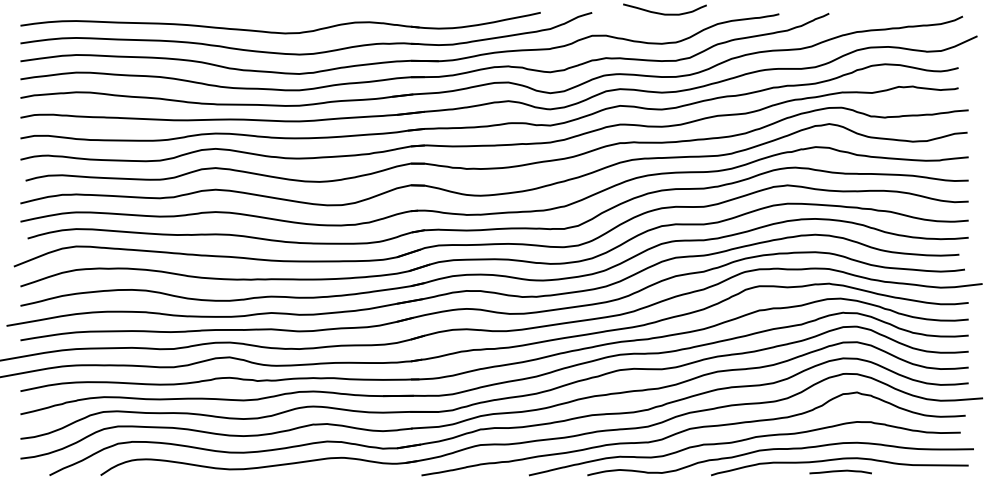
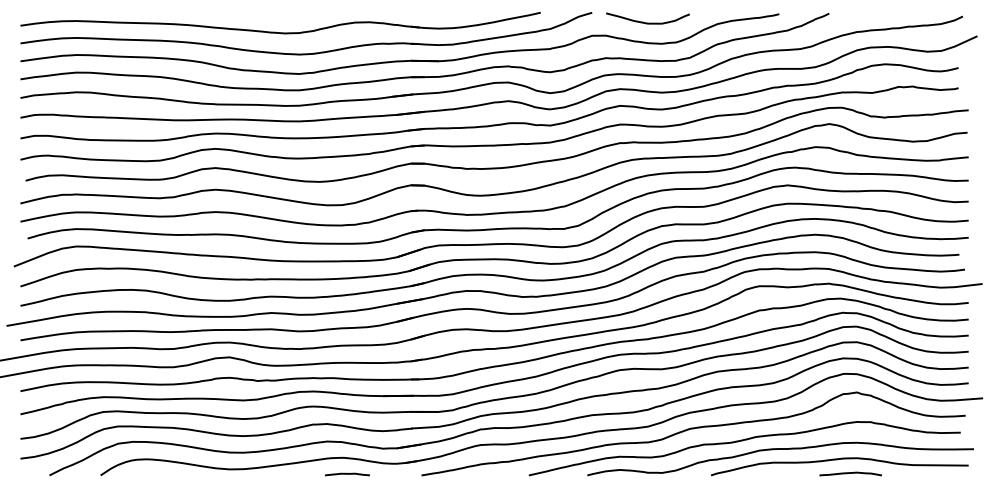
curve at (664, 13) position: (664, 13) -> (647, 22)
curve at (840, 471) position: (840, 471) -> (850, 473)
curve at (347, 474): none -> present
